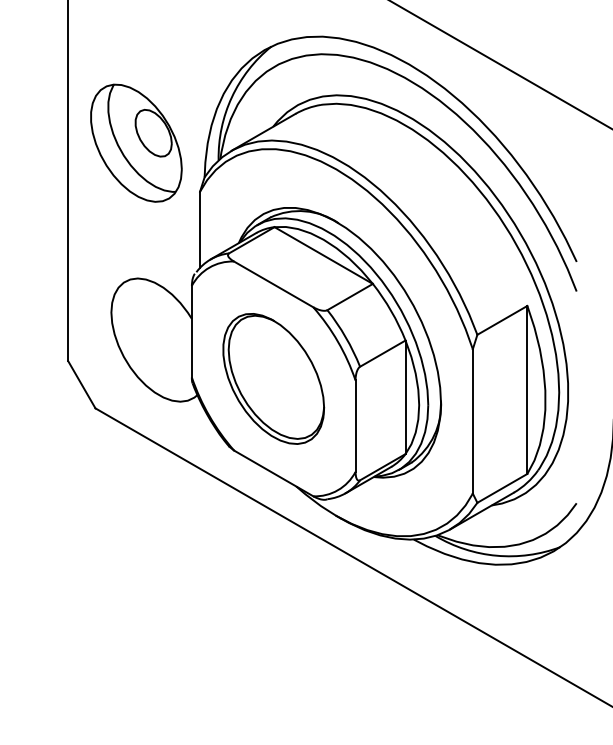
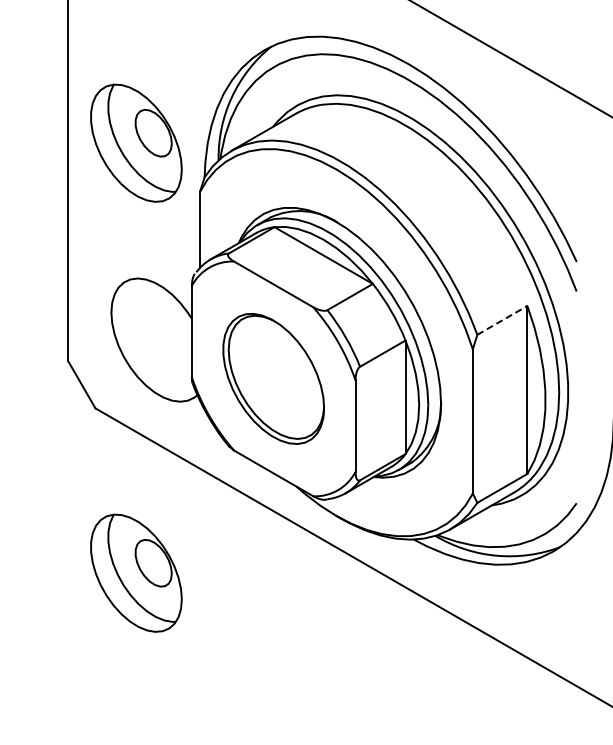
line at (500, 64) position: (500, 64) -> (511, 58)
line at (502, 320): solid -> dashed
part at (136, 572): none -> present
